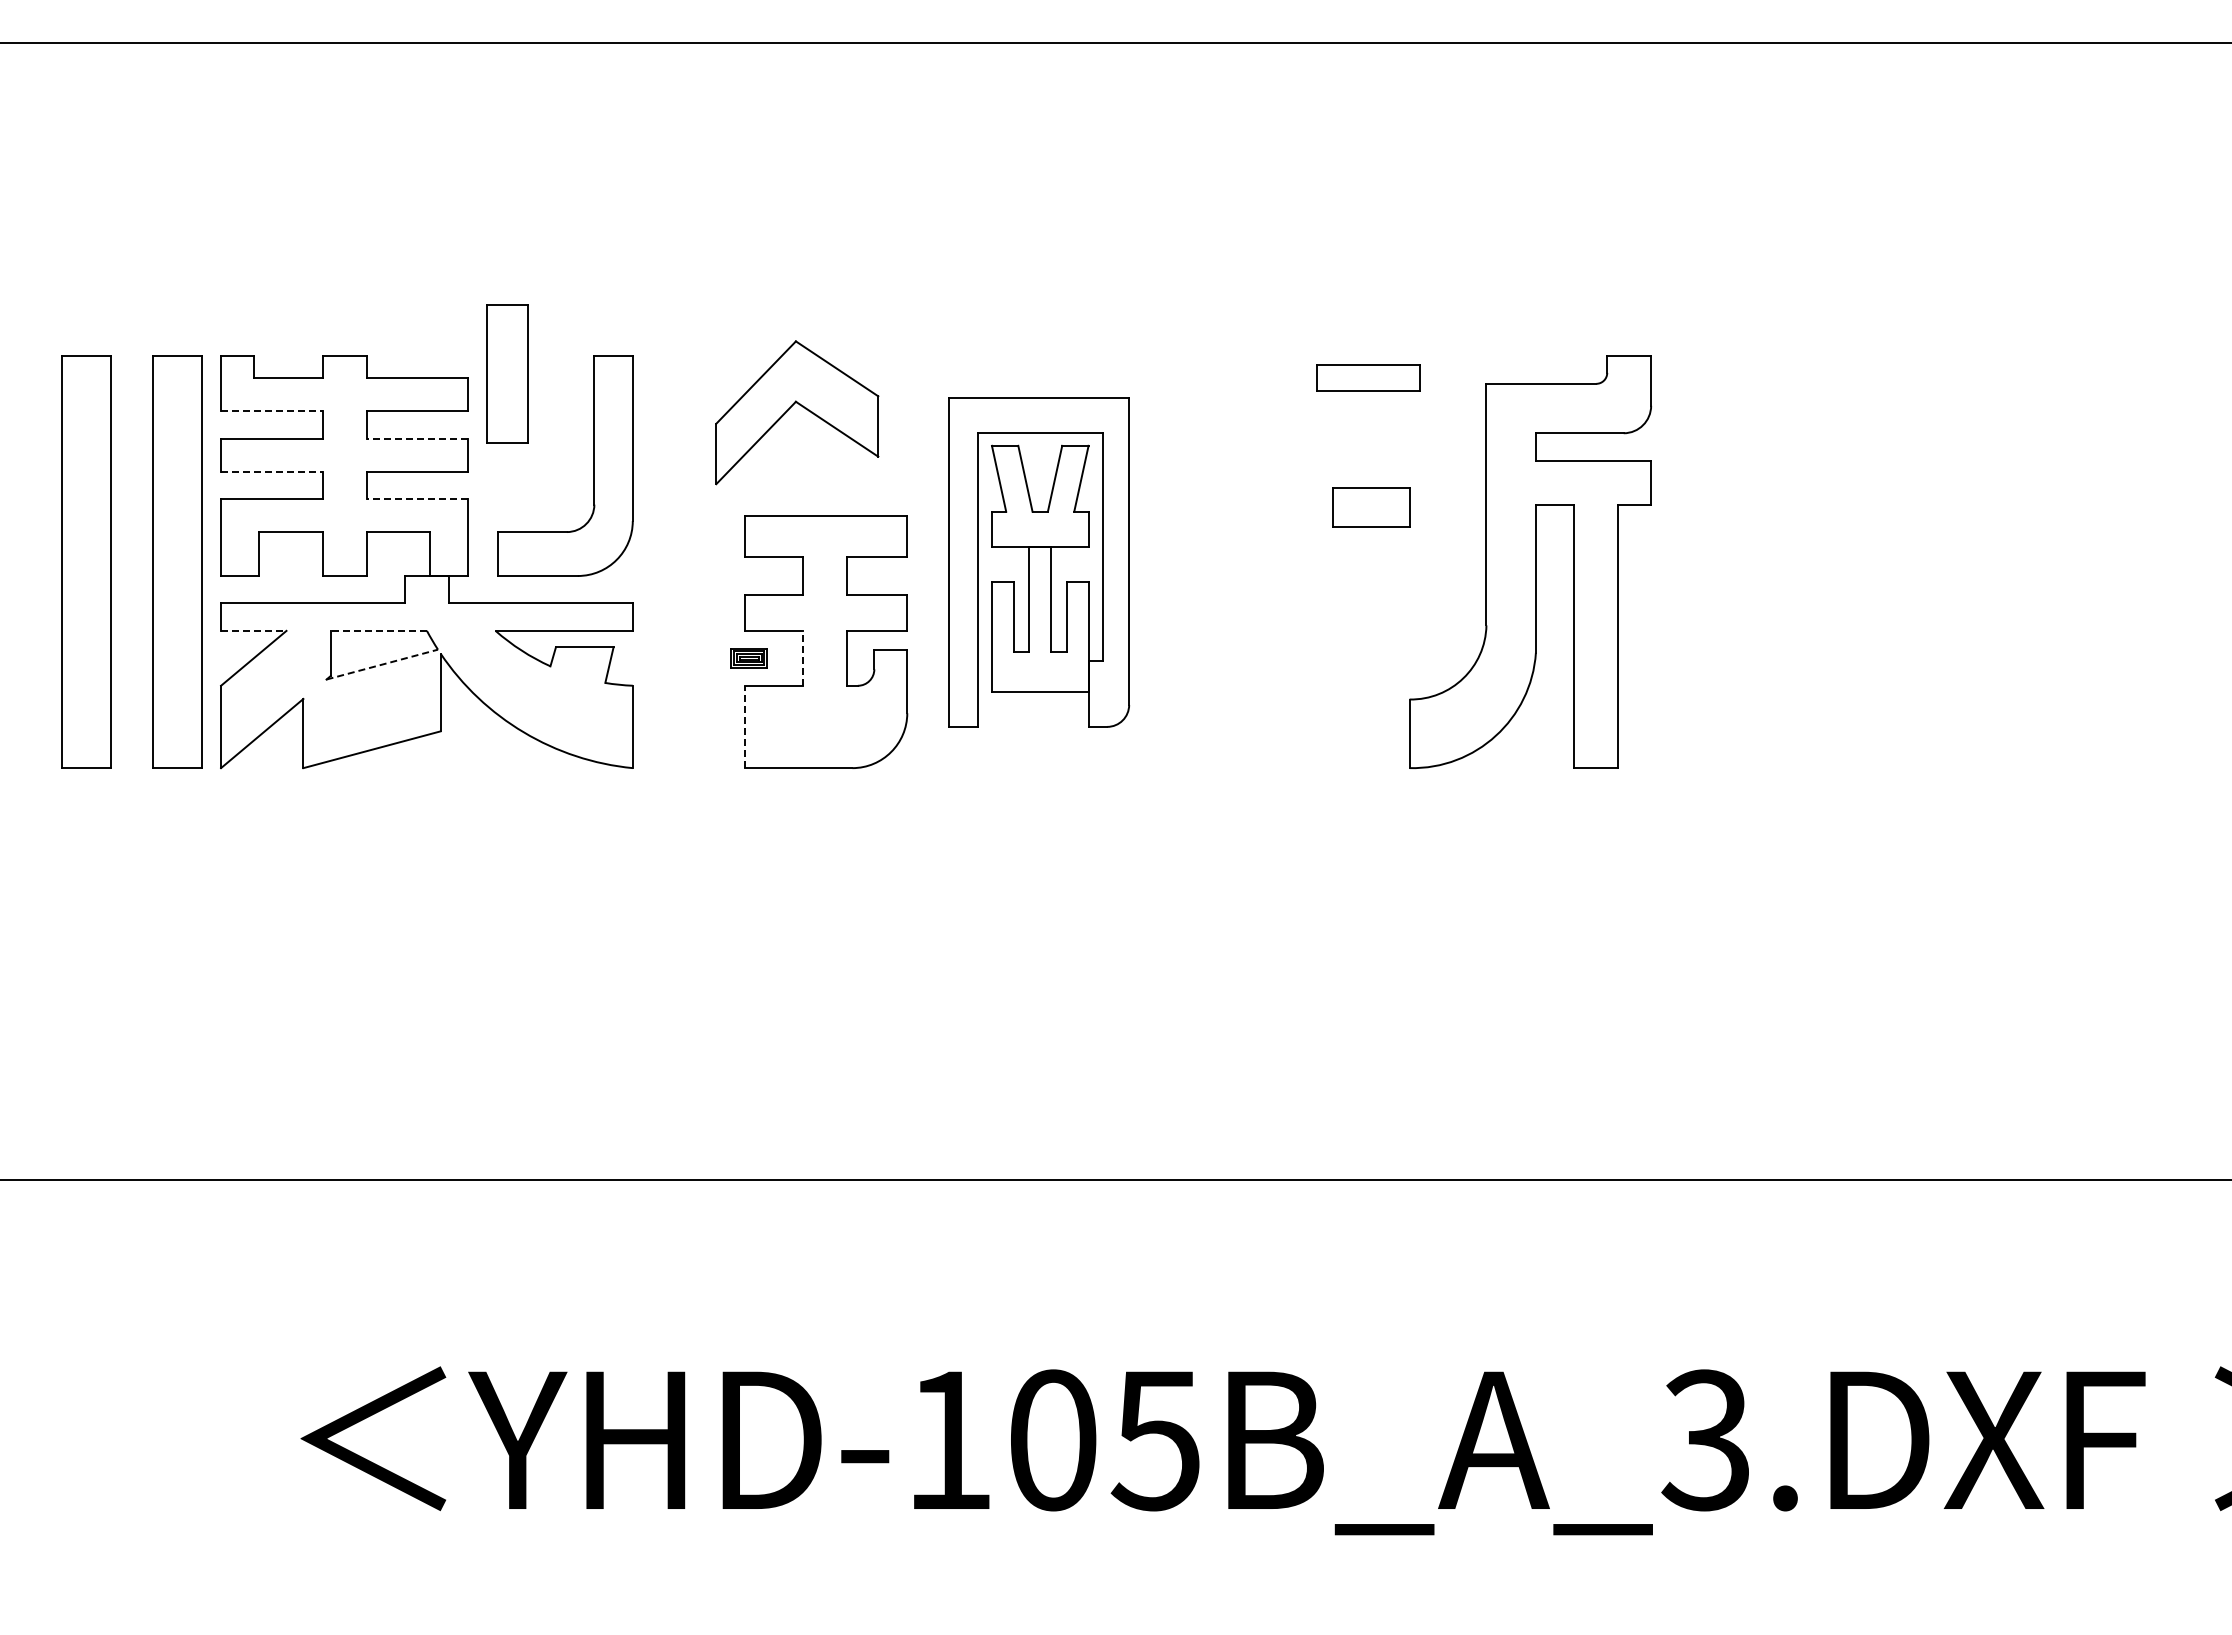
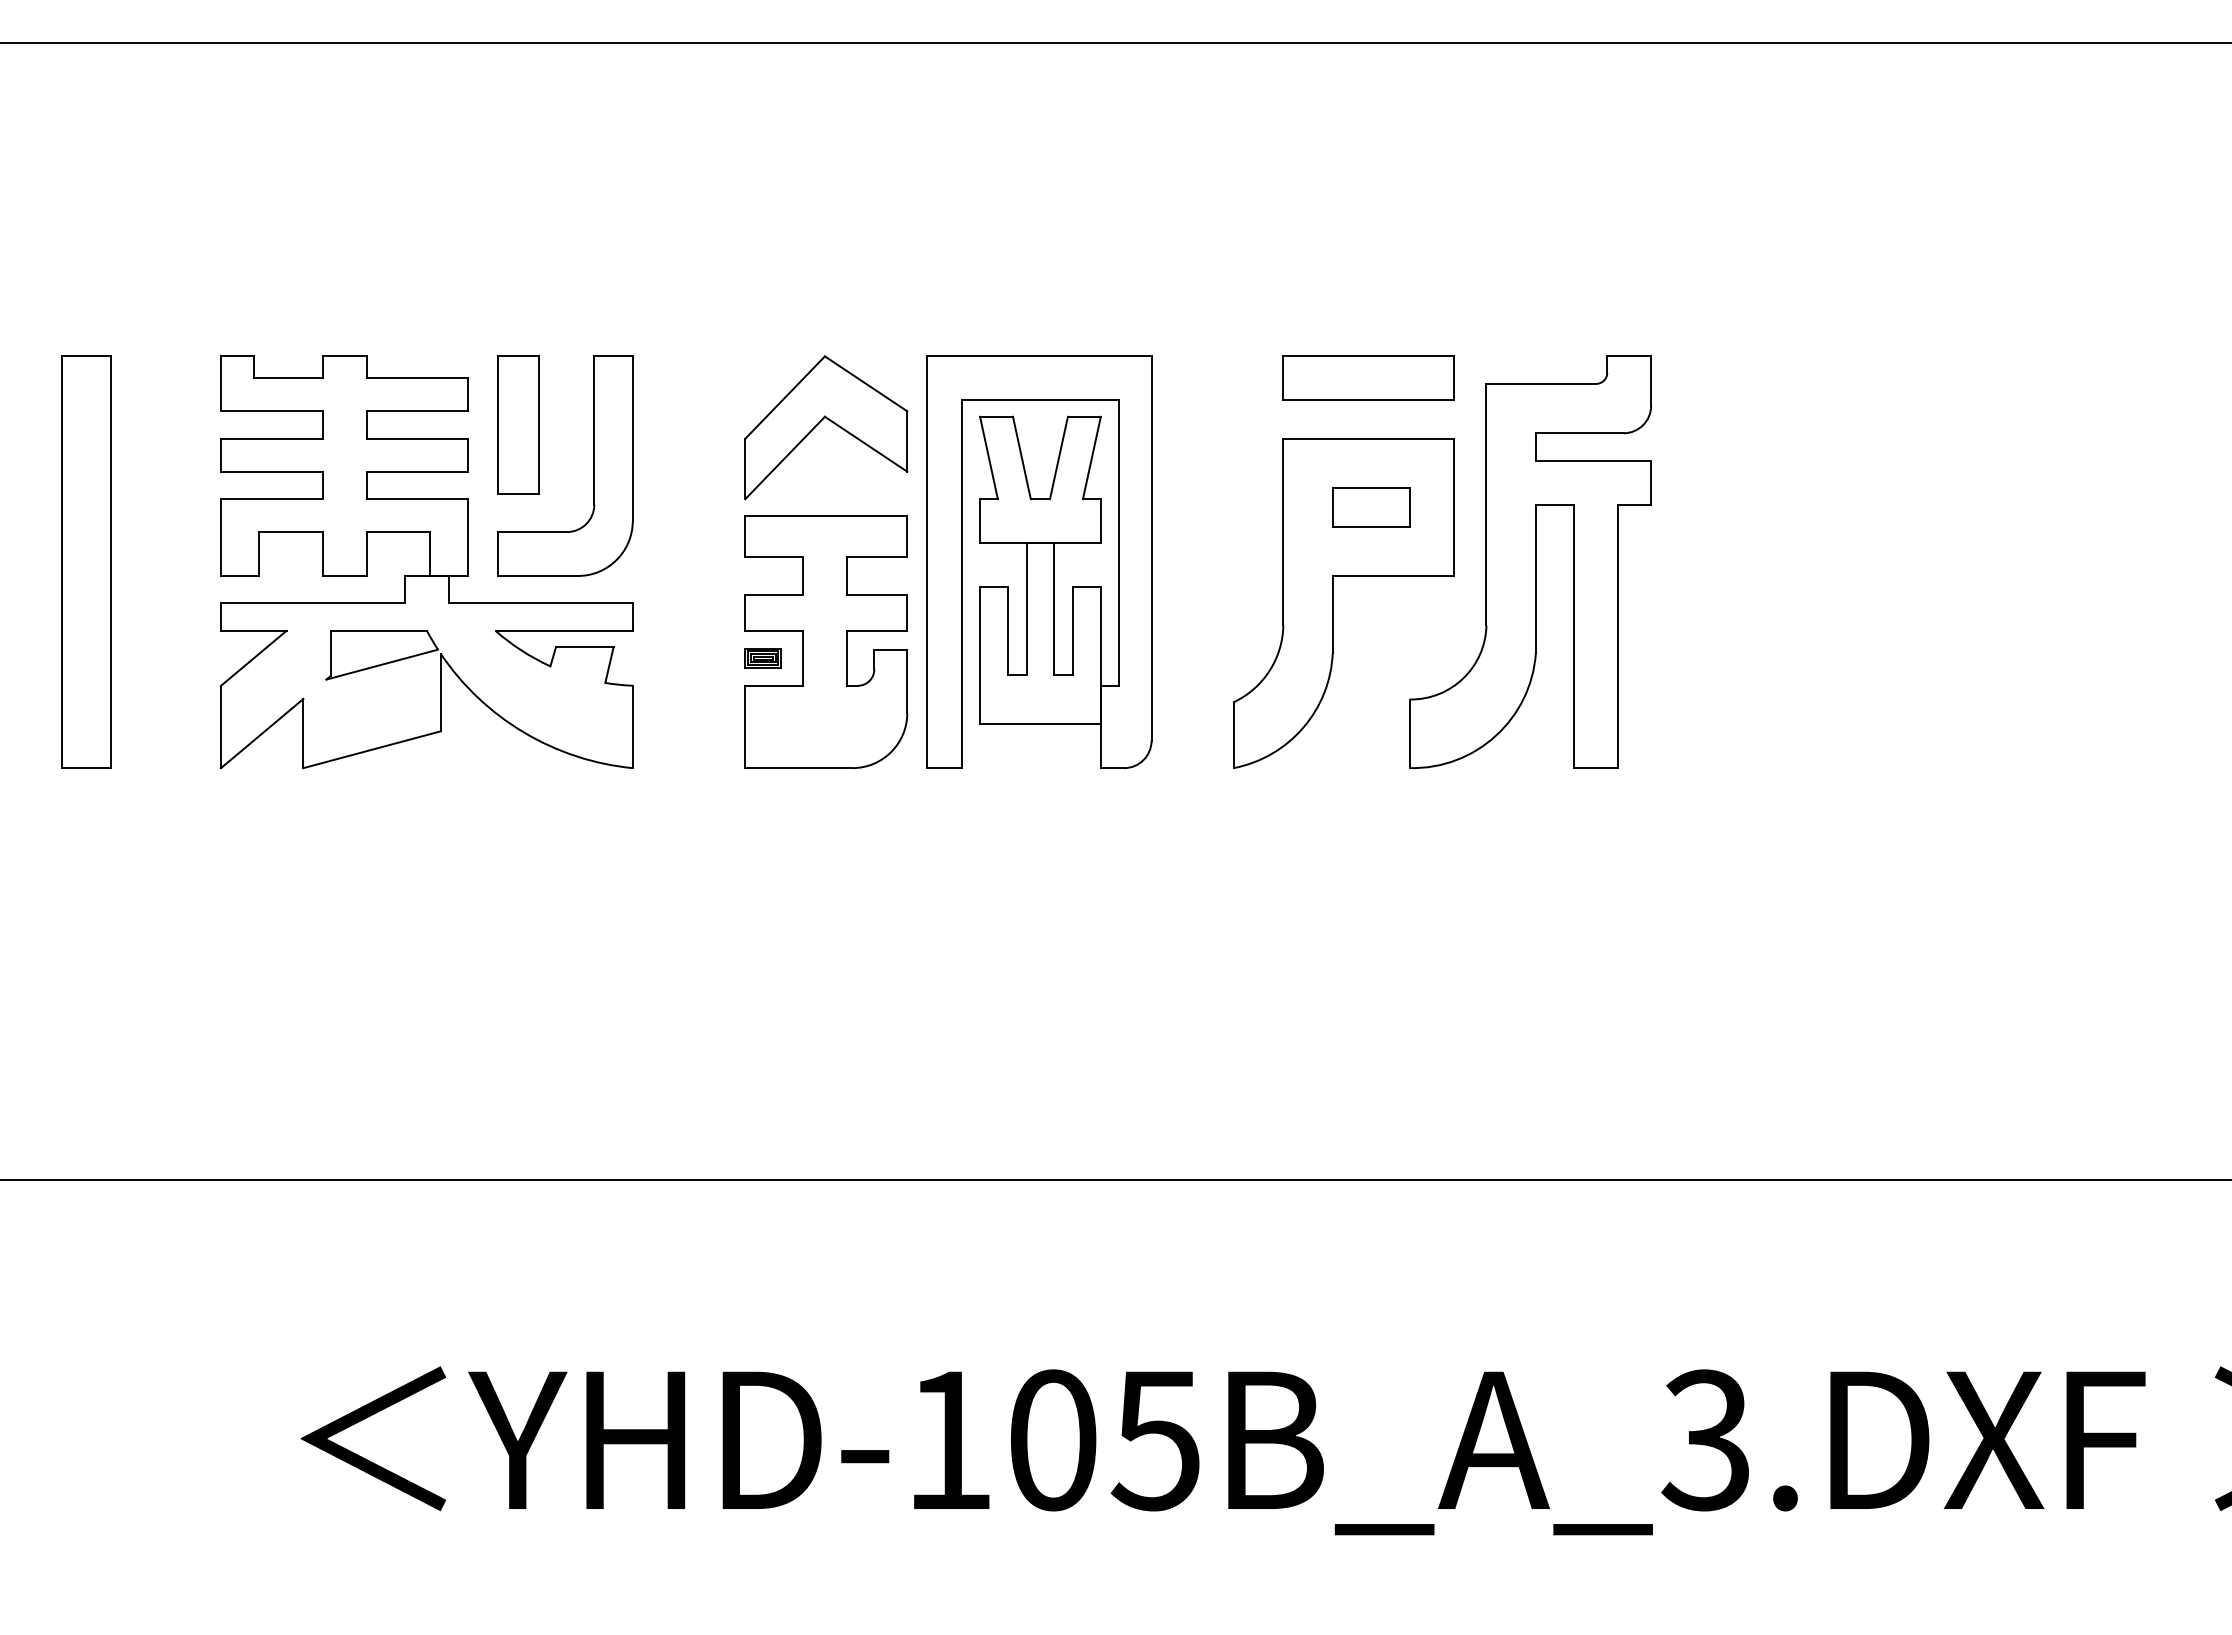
part at (507, 373) position: (507, 373) -> (518, 424)
part at (1368, 377) size: 105x28 px -> 173x46 px
part at (802, 407) position: (802, 407) -> (831, 422)
line at (271, 411): dashed -> solid
line at (417, 438): dashed -> solid
line at (271, 471): dashed -> solid
line at (417, 499): dashed -> solid
part at (177, 561): present -> none
part at (1038, 562) size: 182x331 px -> 227x414 px
part at (1333, 603): none -> present
line at (253, 630): dashed -> solid
line at (378, 630): dashed -> solid
line at (802, 657): dashed -> solid
part at (748, 658) position: (748, 658) -> (762, 658)
line at (382, 664): dashed -> solid
line at (745, 726): dashed -> solid
